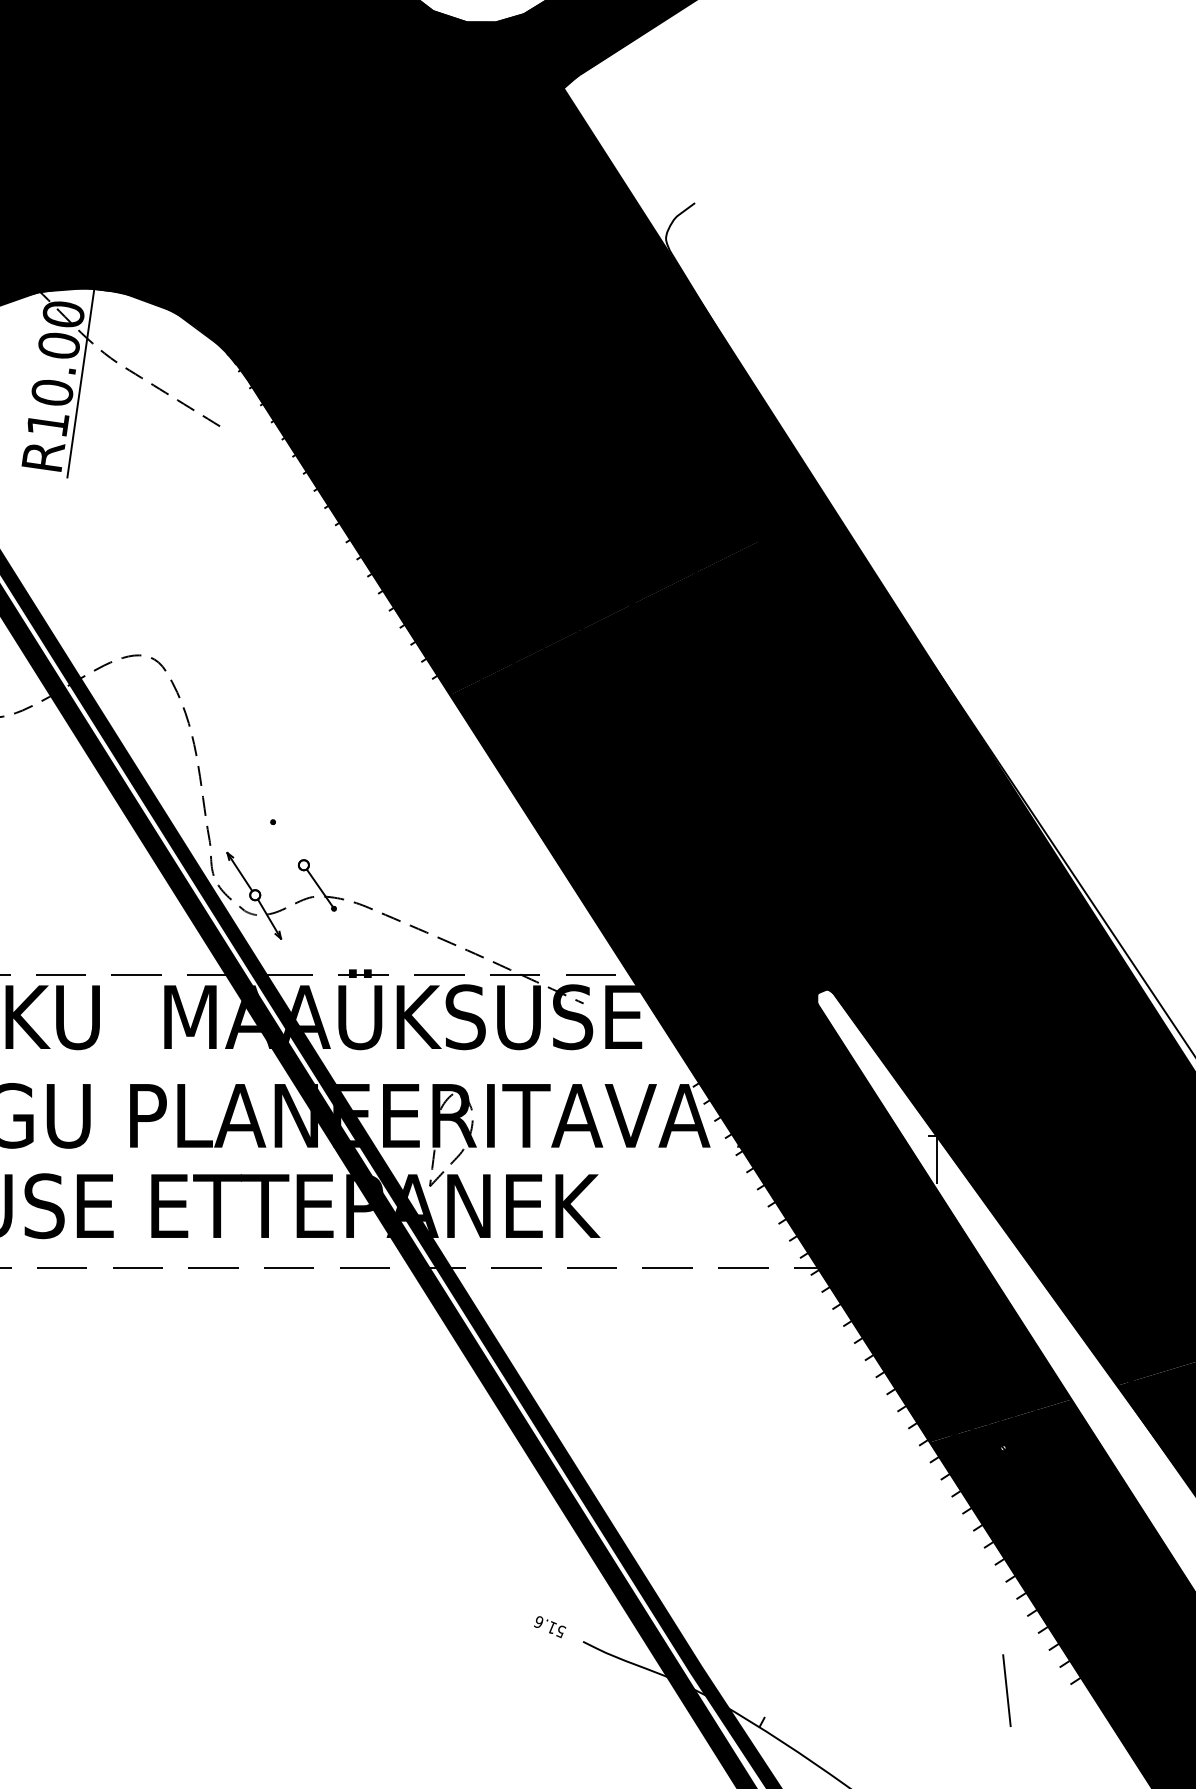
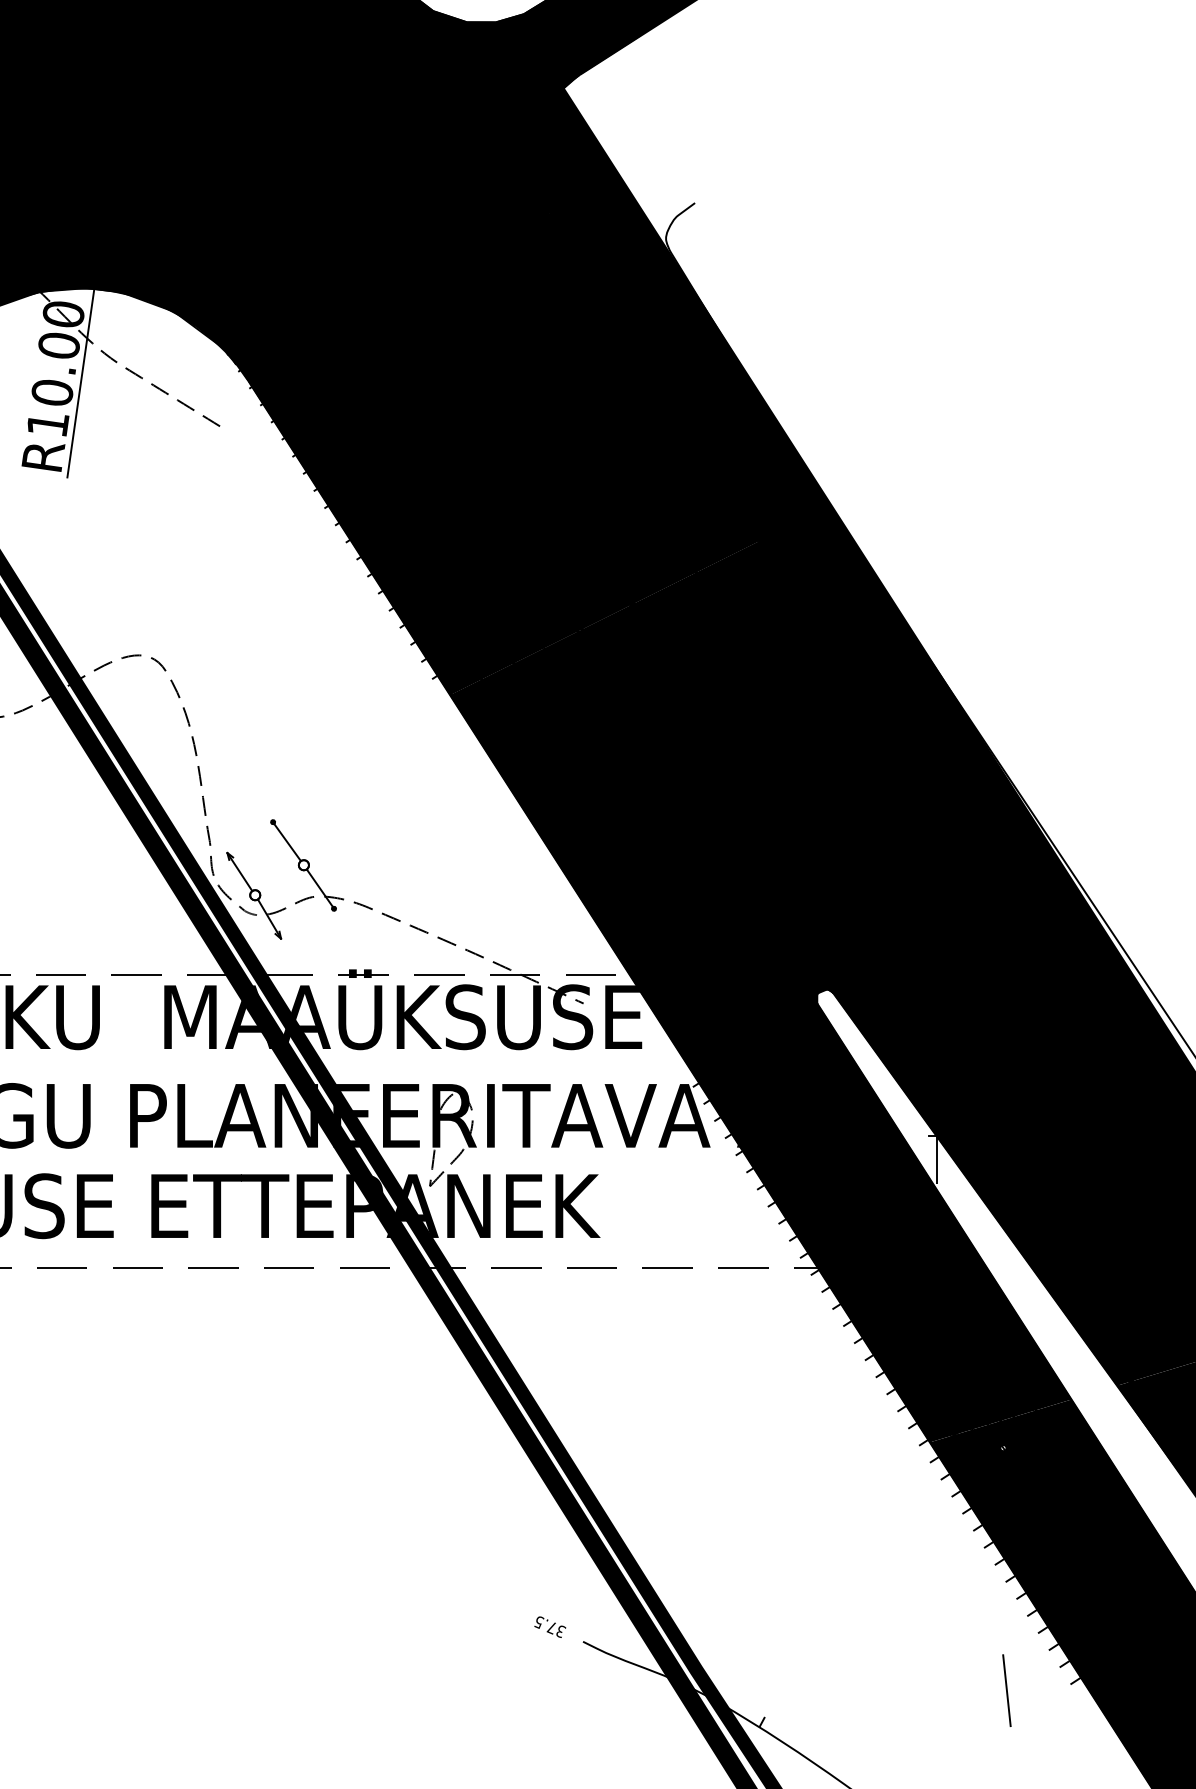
line at (287, 842): none -> present
text at (548, 1626): 51.6 -> 37.5
